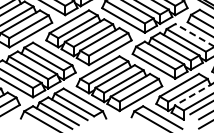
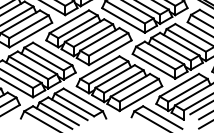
line at (194, 34): dashed -> solid
line at (193, 94): dashed -> solid
